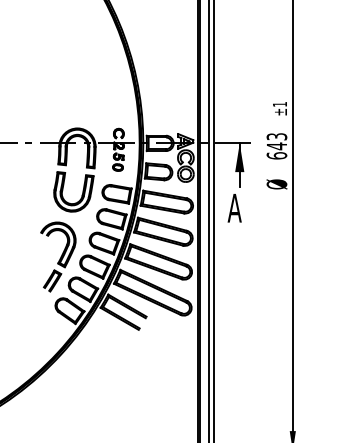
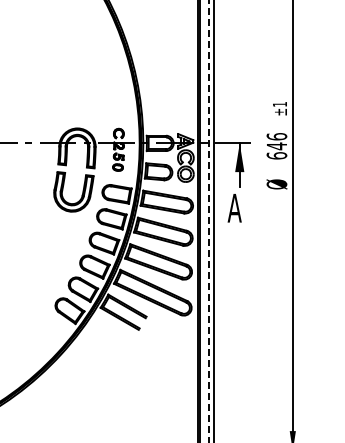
text at (276, 136): 643 -> 646
line at (209, 221): solid -> dashed
part at (58, 256): present -> none
